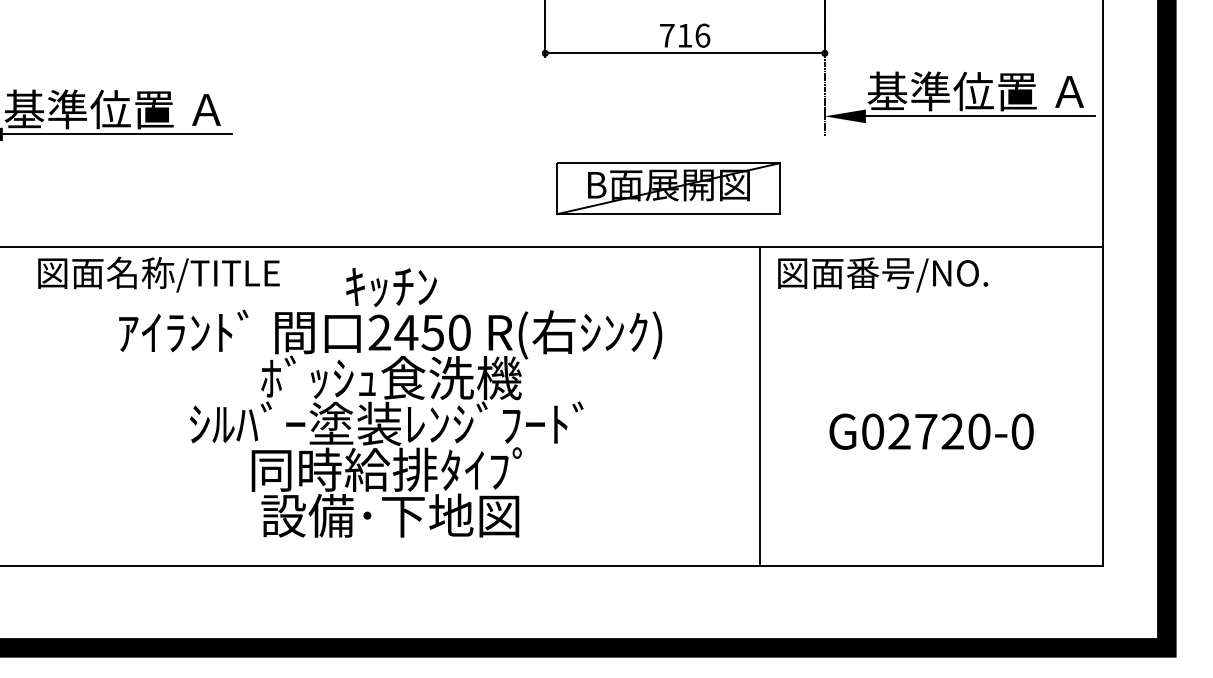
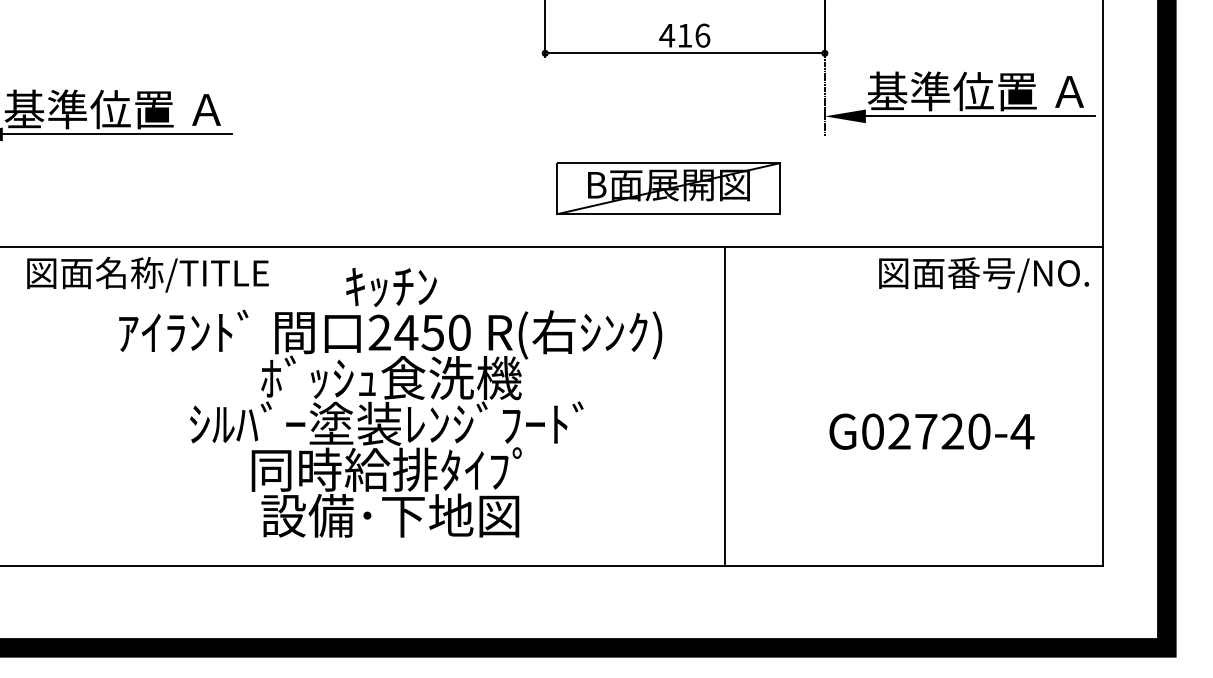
text at (667, 35): 716 -> 416
text at (158, 274) position: (158, 274) -> (147, 274)
text at (883, 274) position: (883, 274) -> (984, 274)
line at (759, 405) position: (759, 405) -> (724, 405)
text at (1022, 431): G02720-0 -> G02720-4
